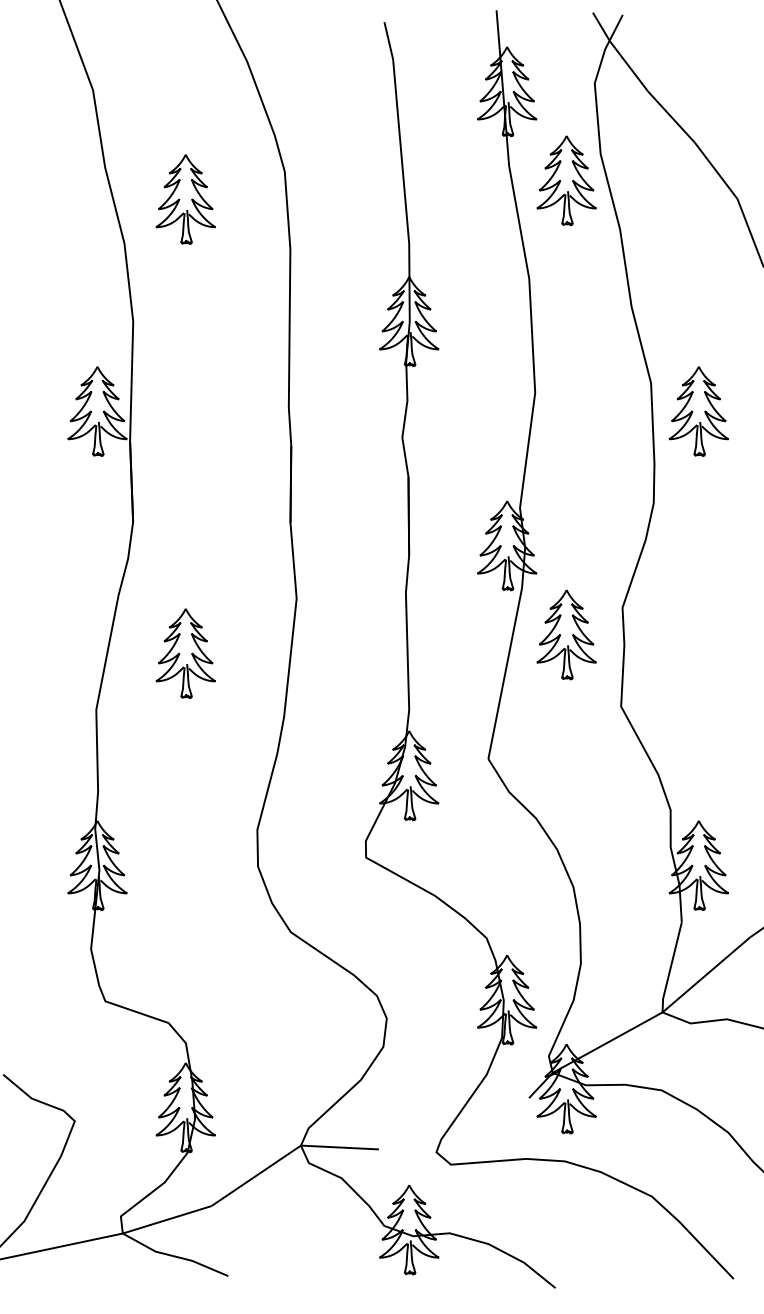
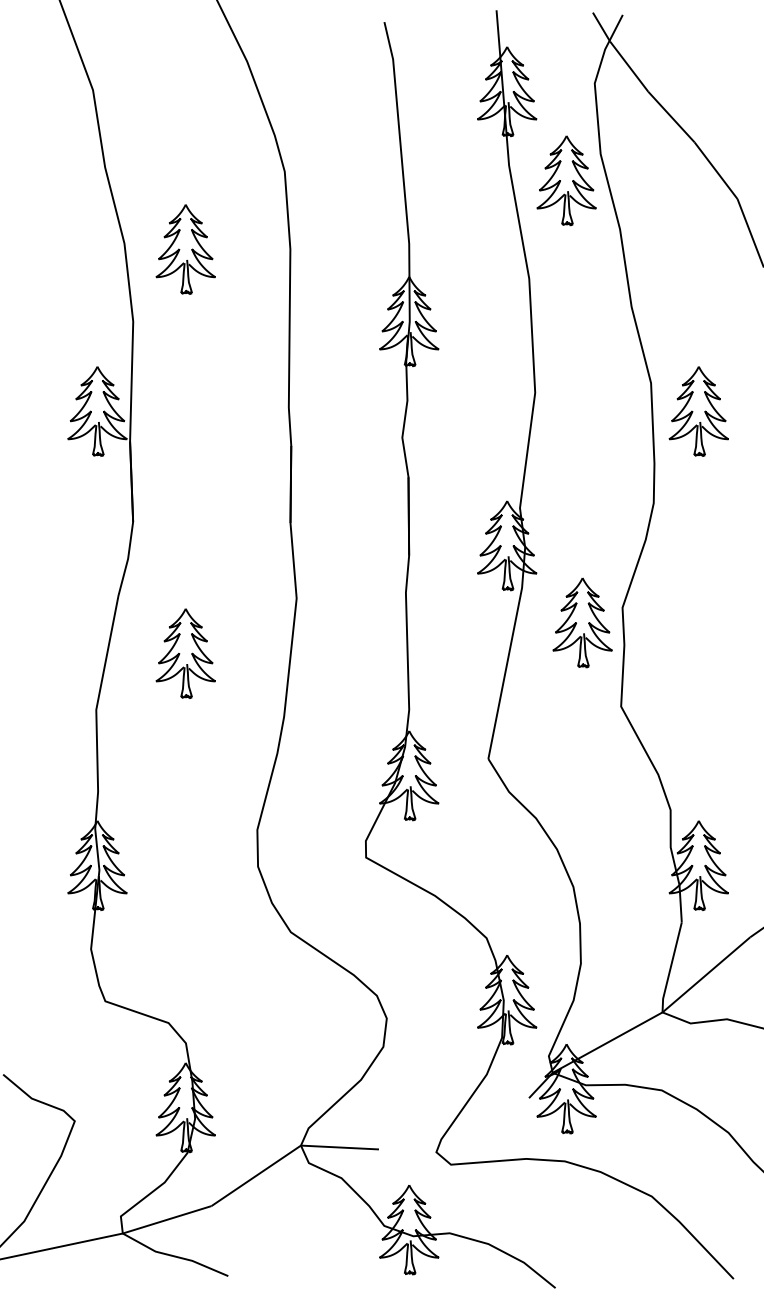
part at (185, 199) position: (185, 199) -> (185, 249)
part at (566, 634) position: (566, 634) -> (582, 622)
